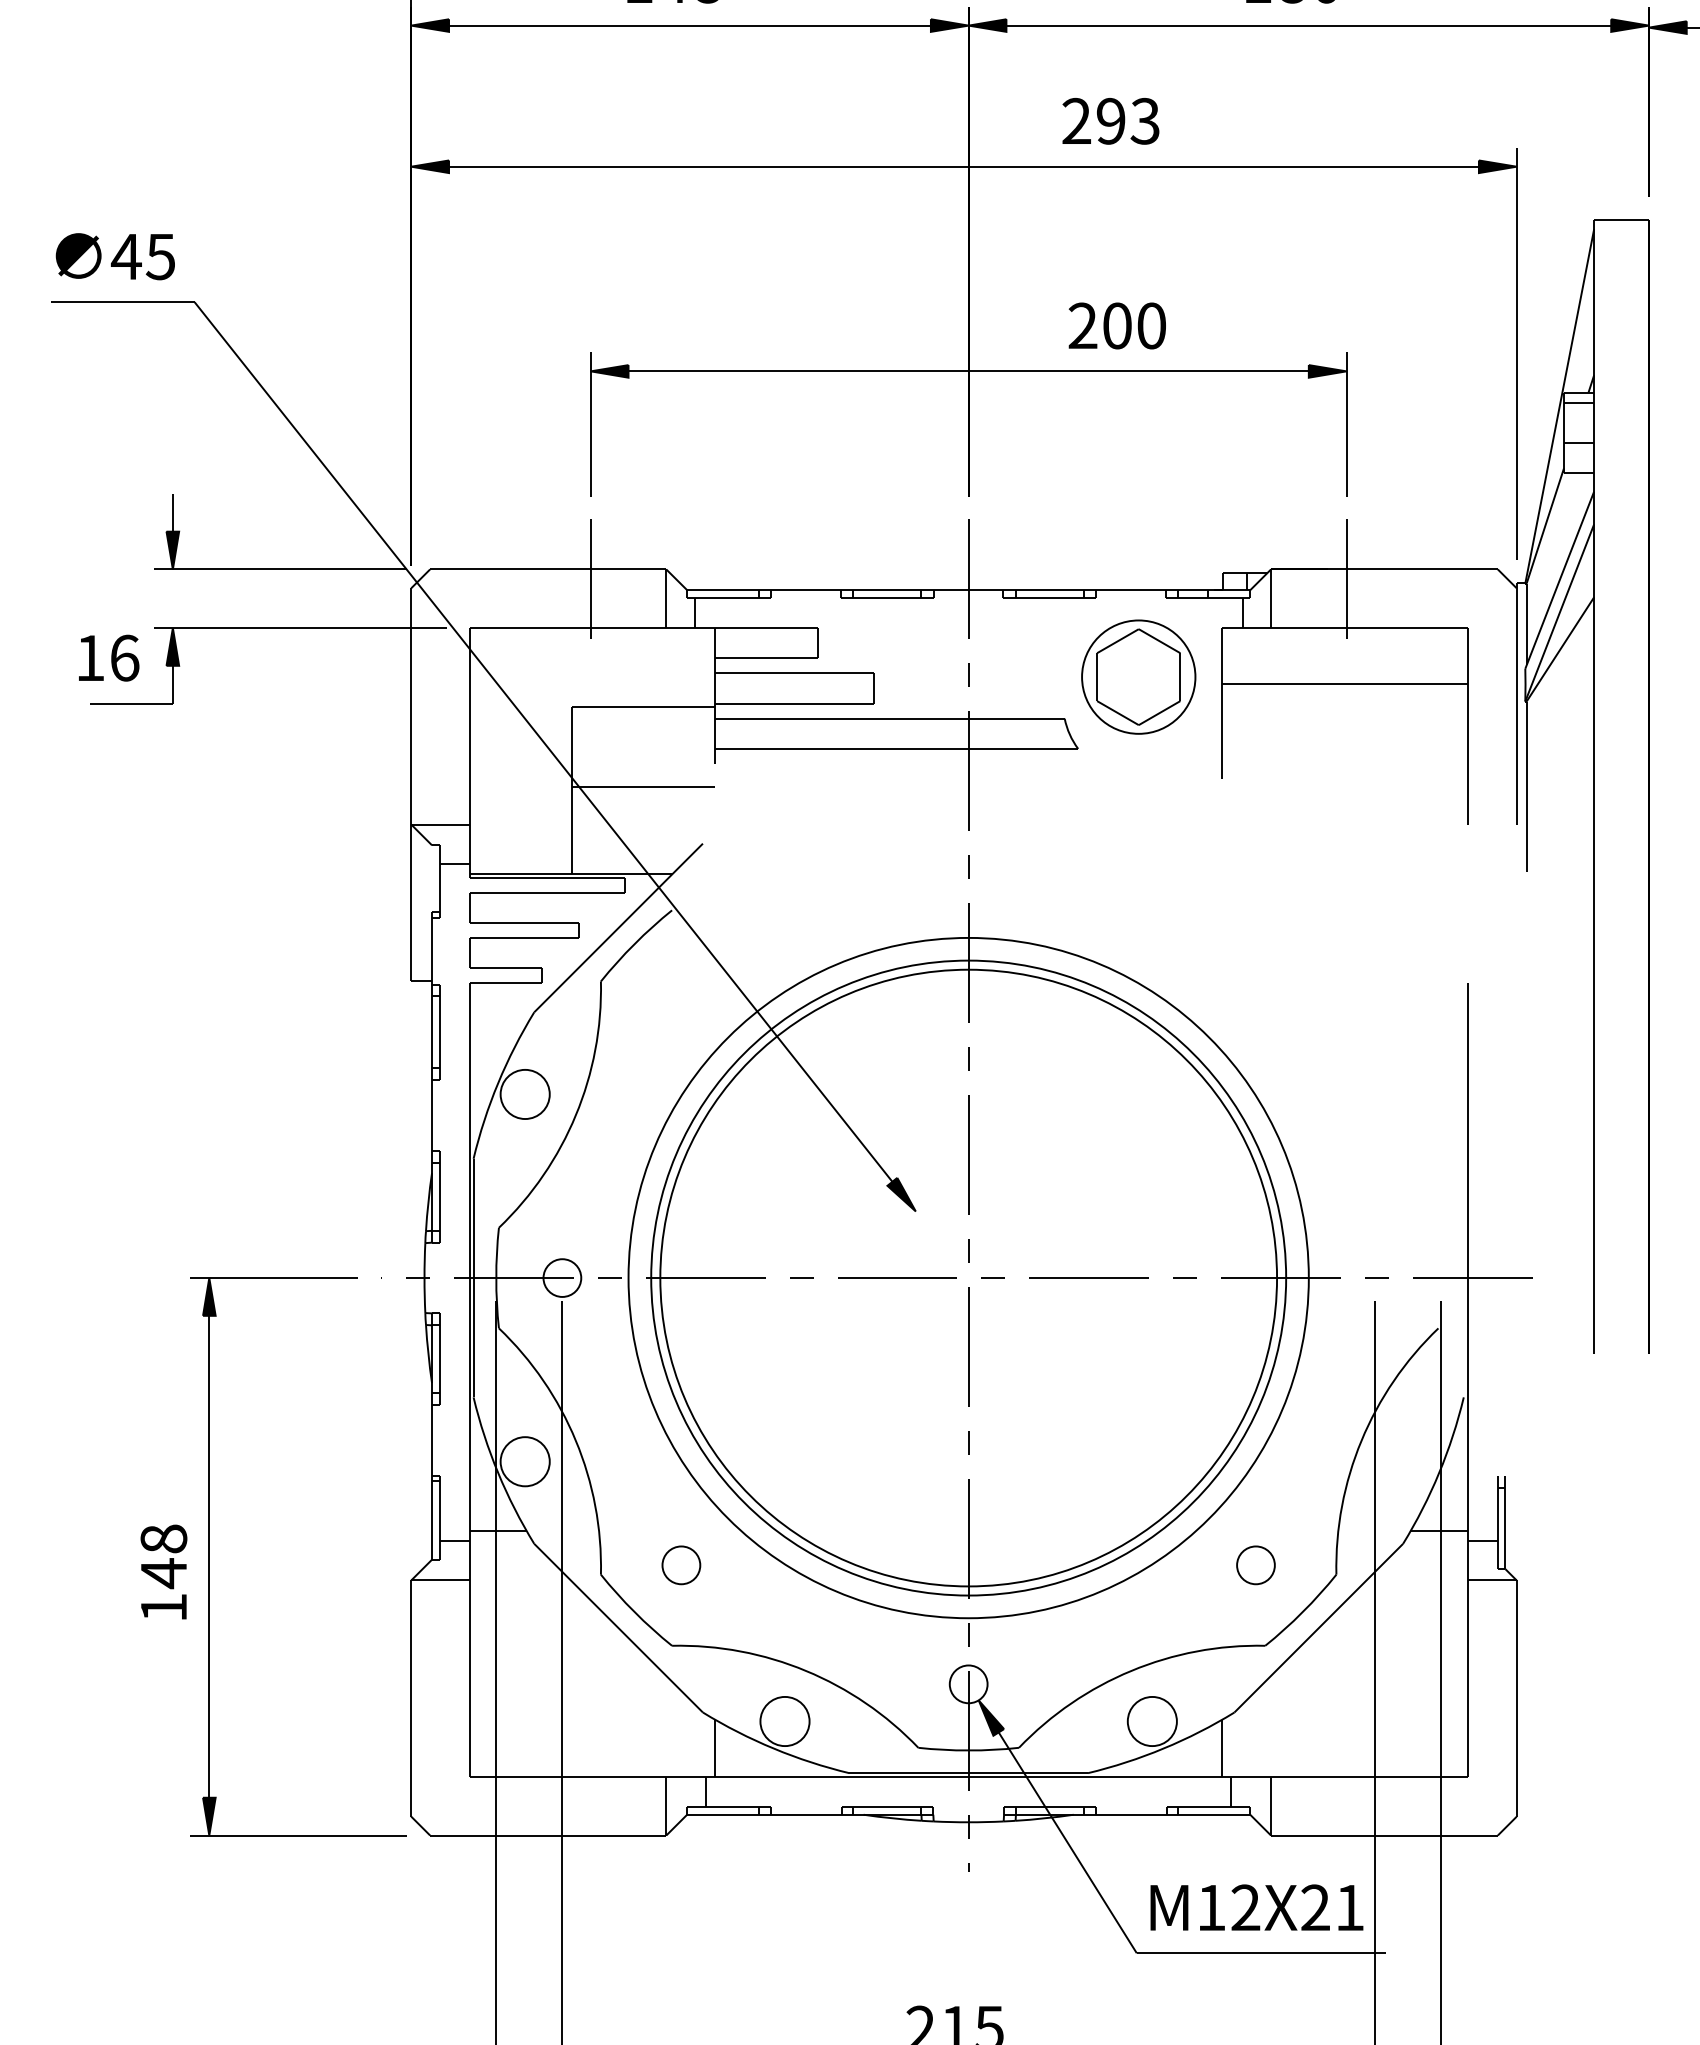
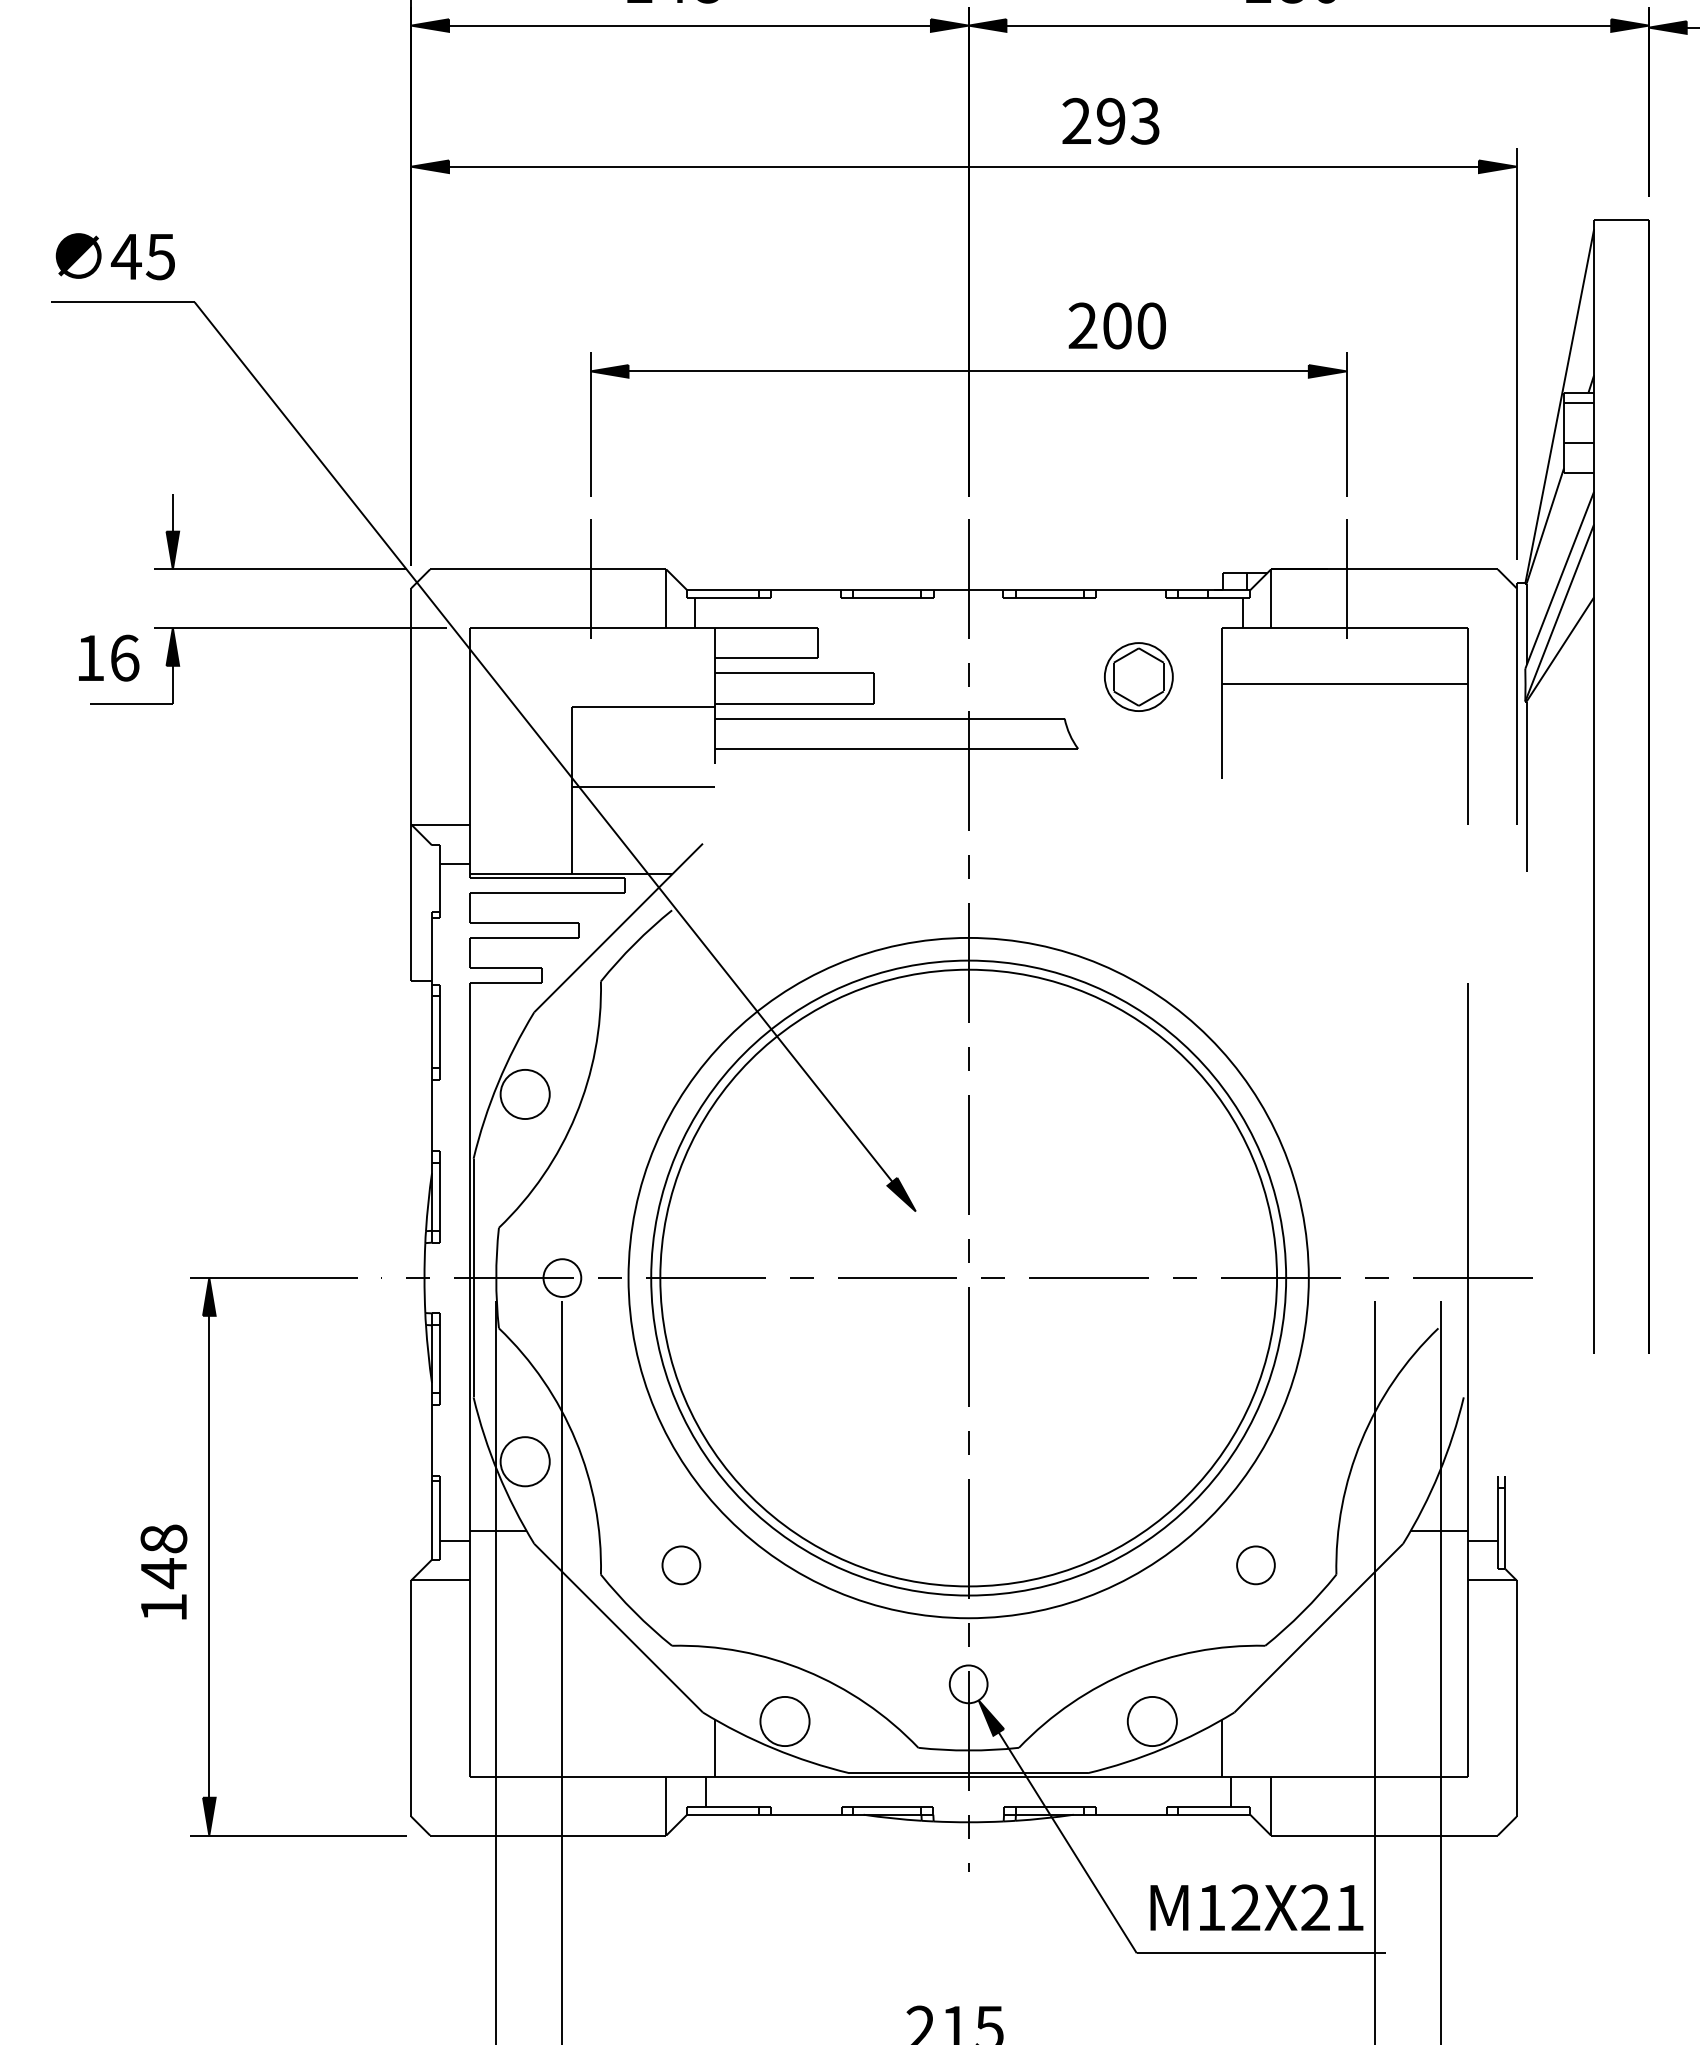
part at (1138, 676) size: 116x116 px -> 70x70 px
